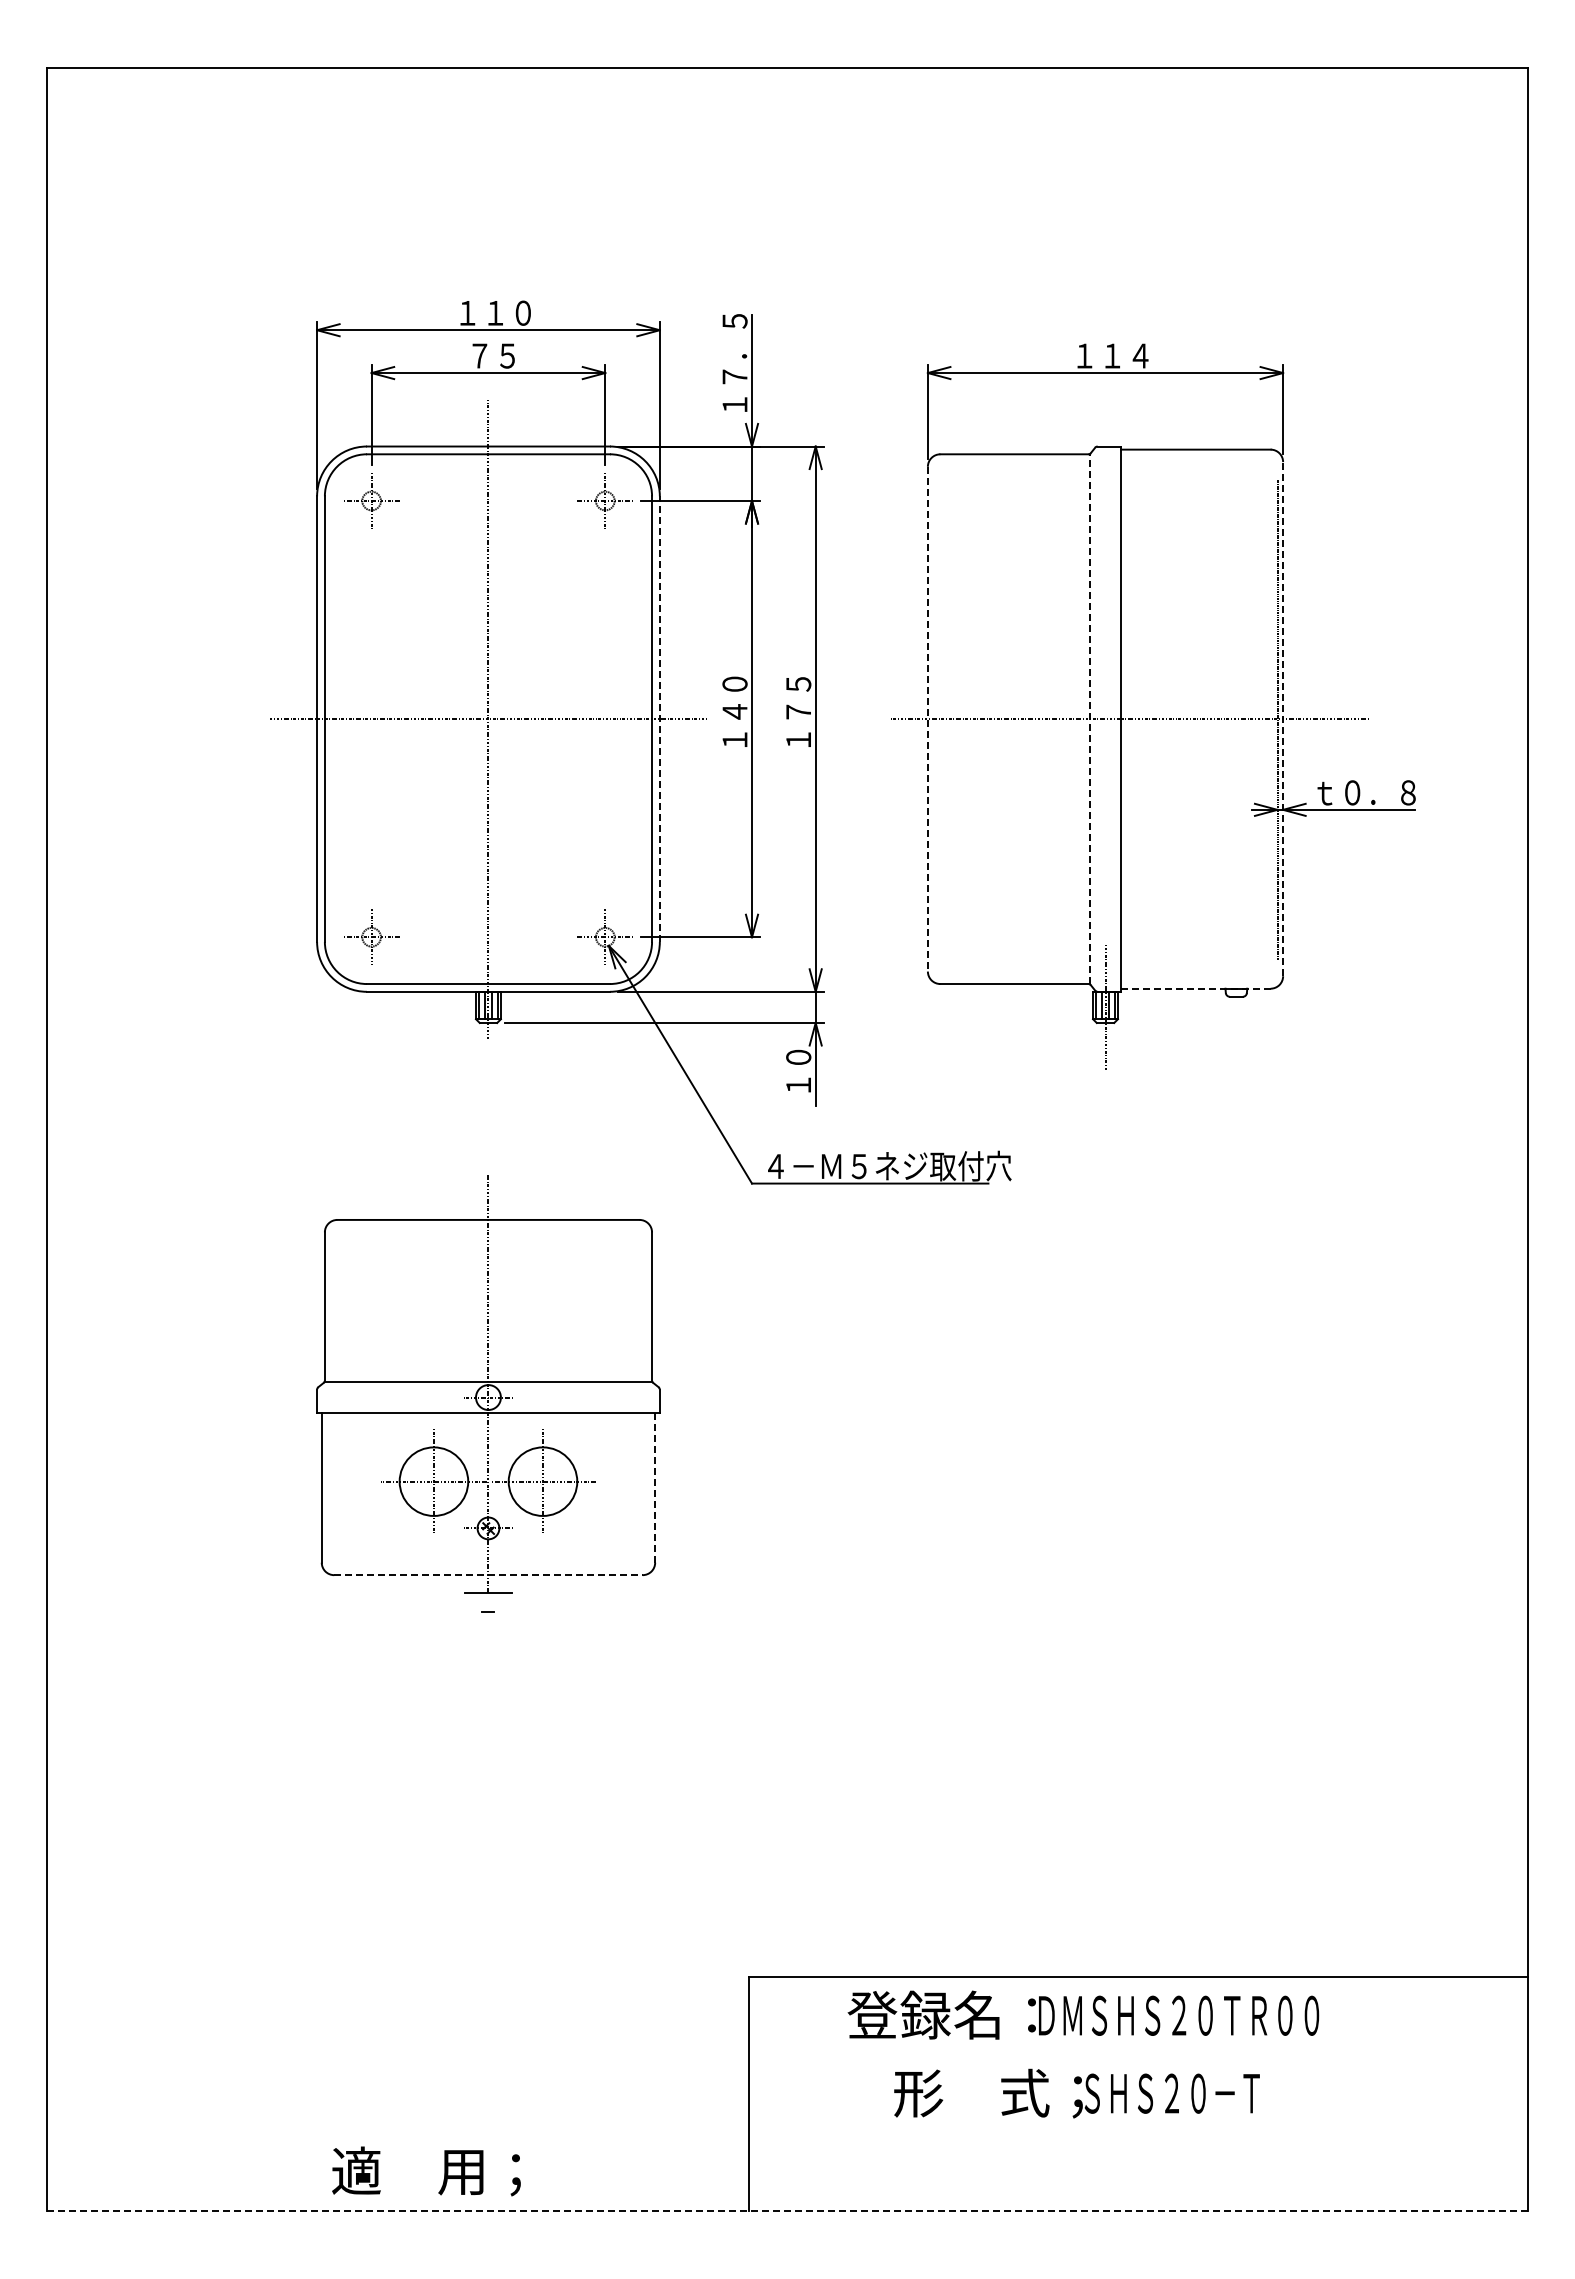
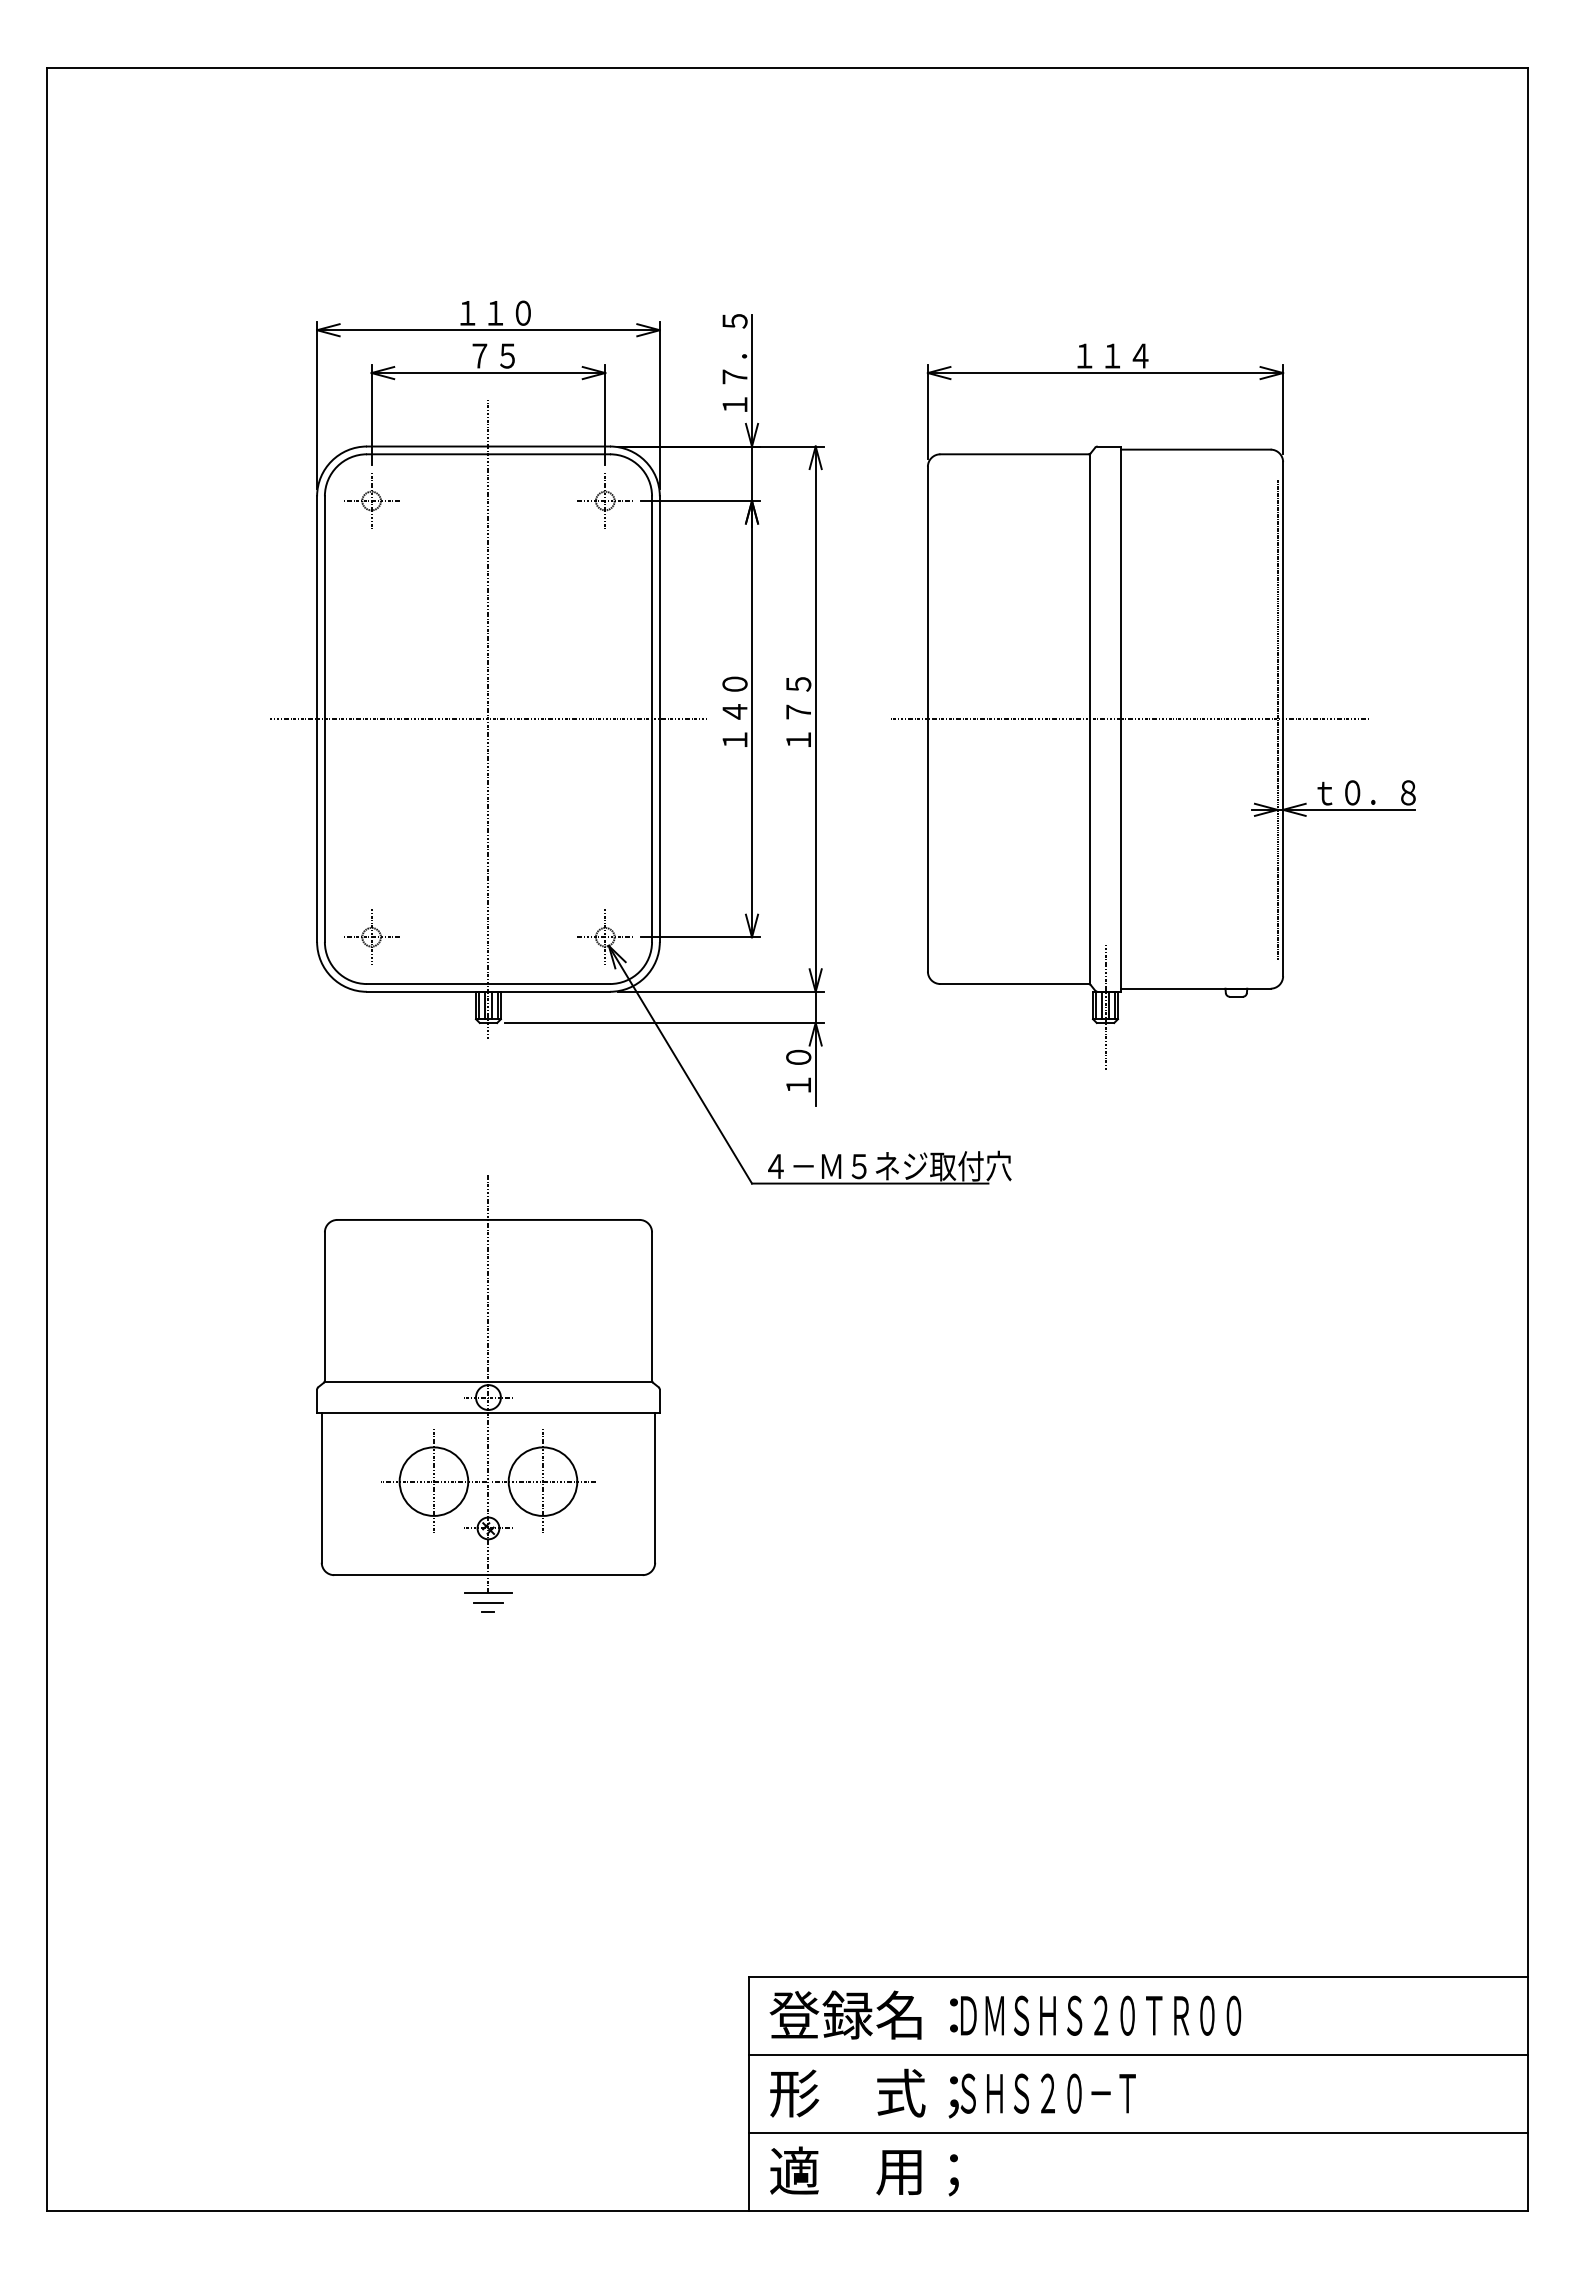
line at (1089, 718): dashed -> solid
line at (1283, 718): dashed -> solid
line at (659, 719): dashed -> solid
line at (927, 719): dashed -> solid
line at (1195, 988): dashed -> solid
line at (655, 1487): dashed -> solid
line at (488, 1575): dashed -> solid
line at (488, 1602): none -> present
text at (1083, 2014) position: (1083, 2014) -> (1005, 2014)
line at (1137, 2054): none -> present
text at (1076, 2093) position: (1076, 2093) -> (952, 2093)
line at (1137, 2132): none -> present
text at (426, 2171) position: (426, 2171) -> (864, 2171)
line at (787, 2210): dashed -> solid
